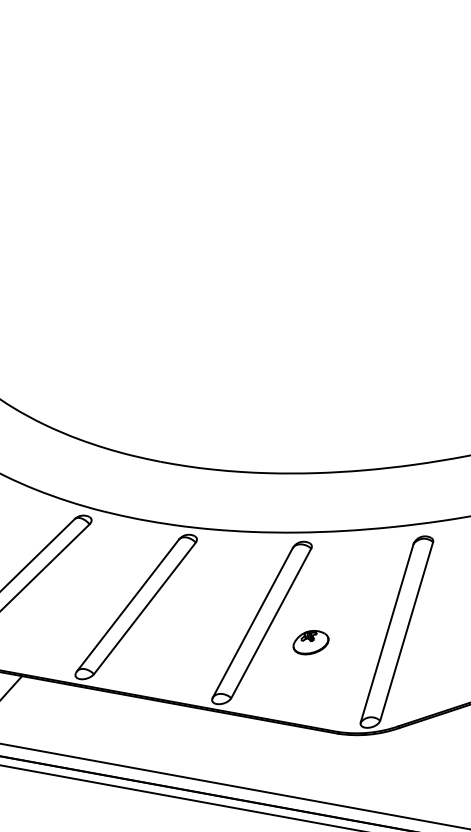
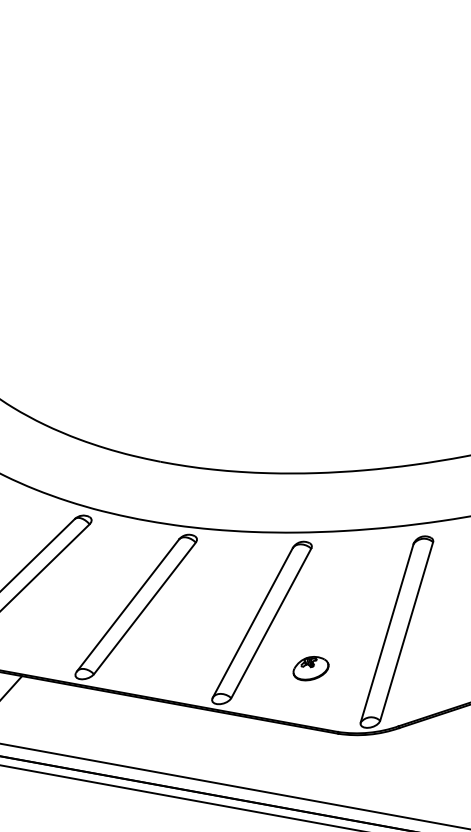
part at (310, 642) position: (310, 642) -> (310, 668)
